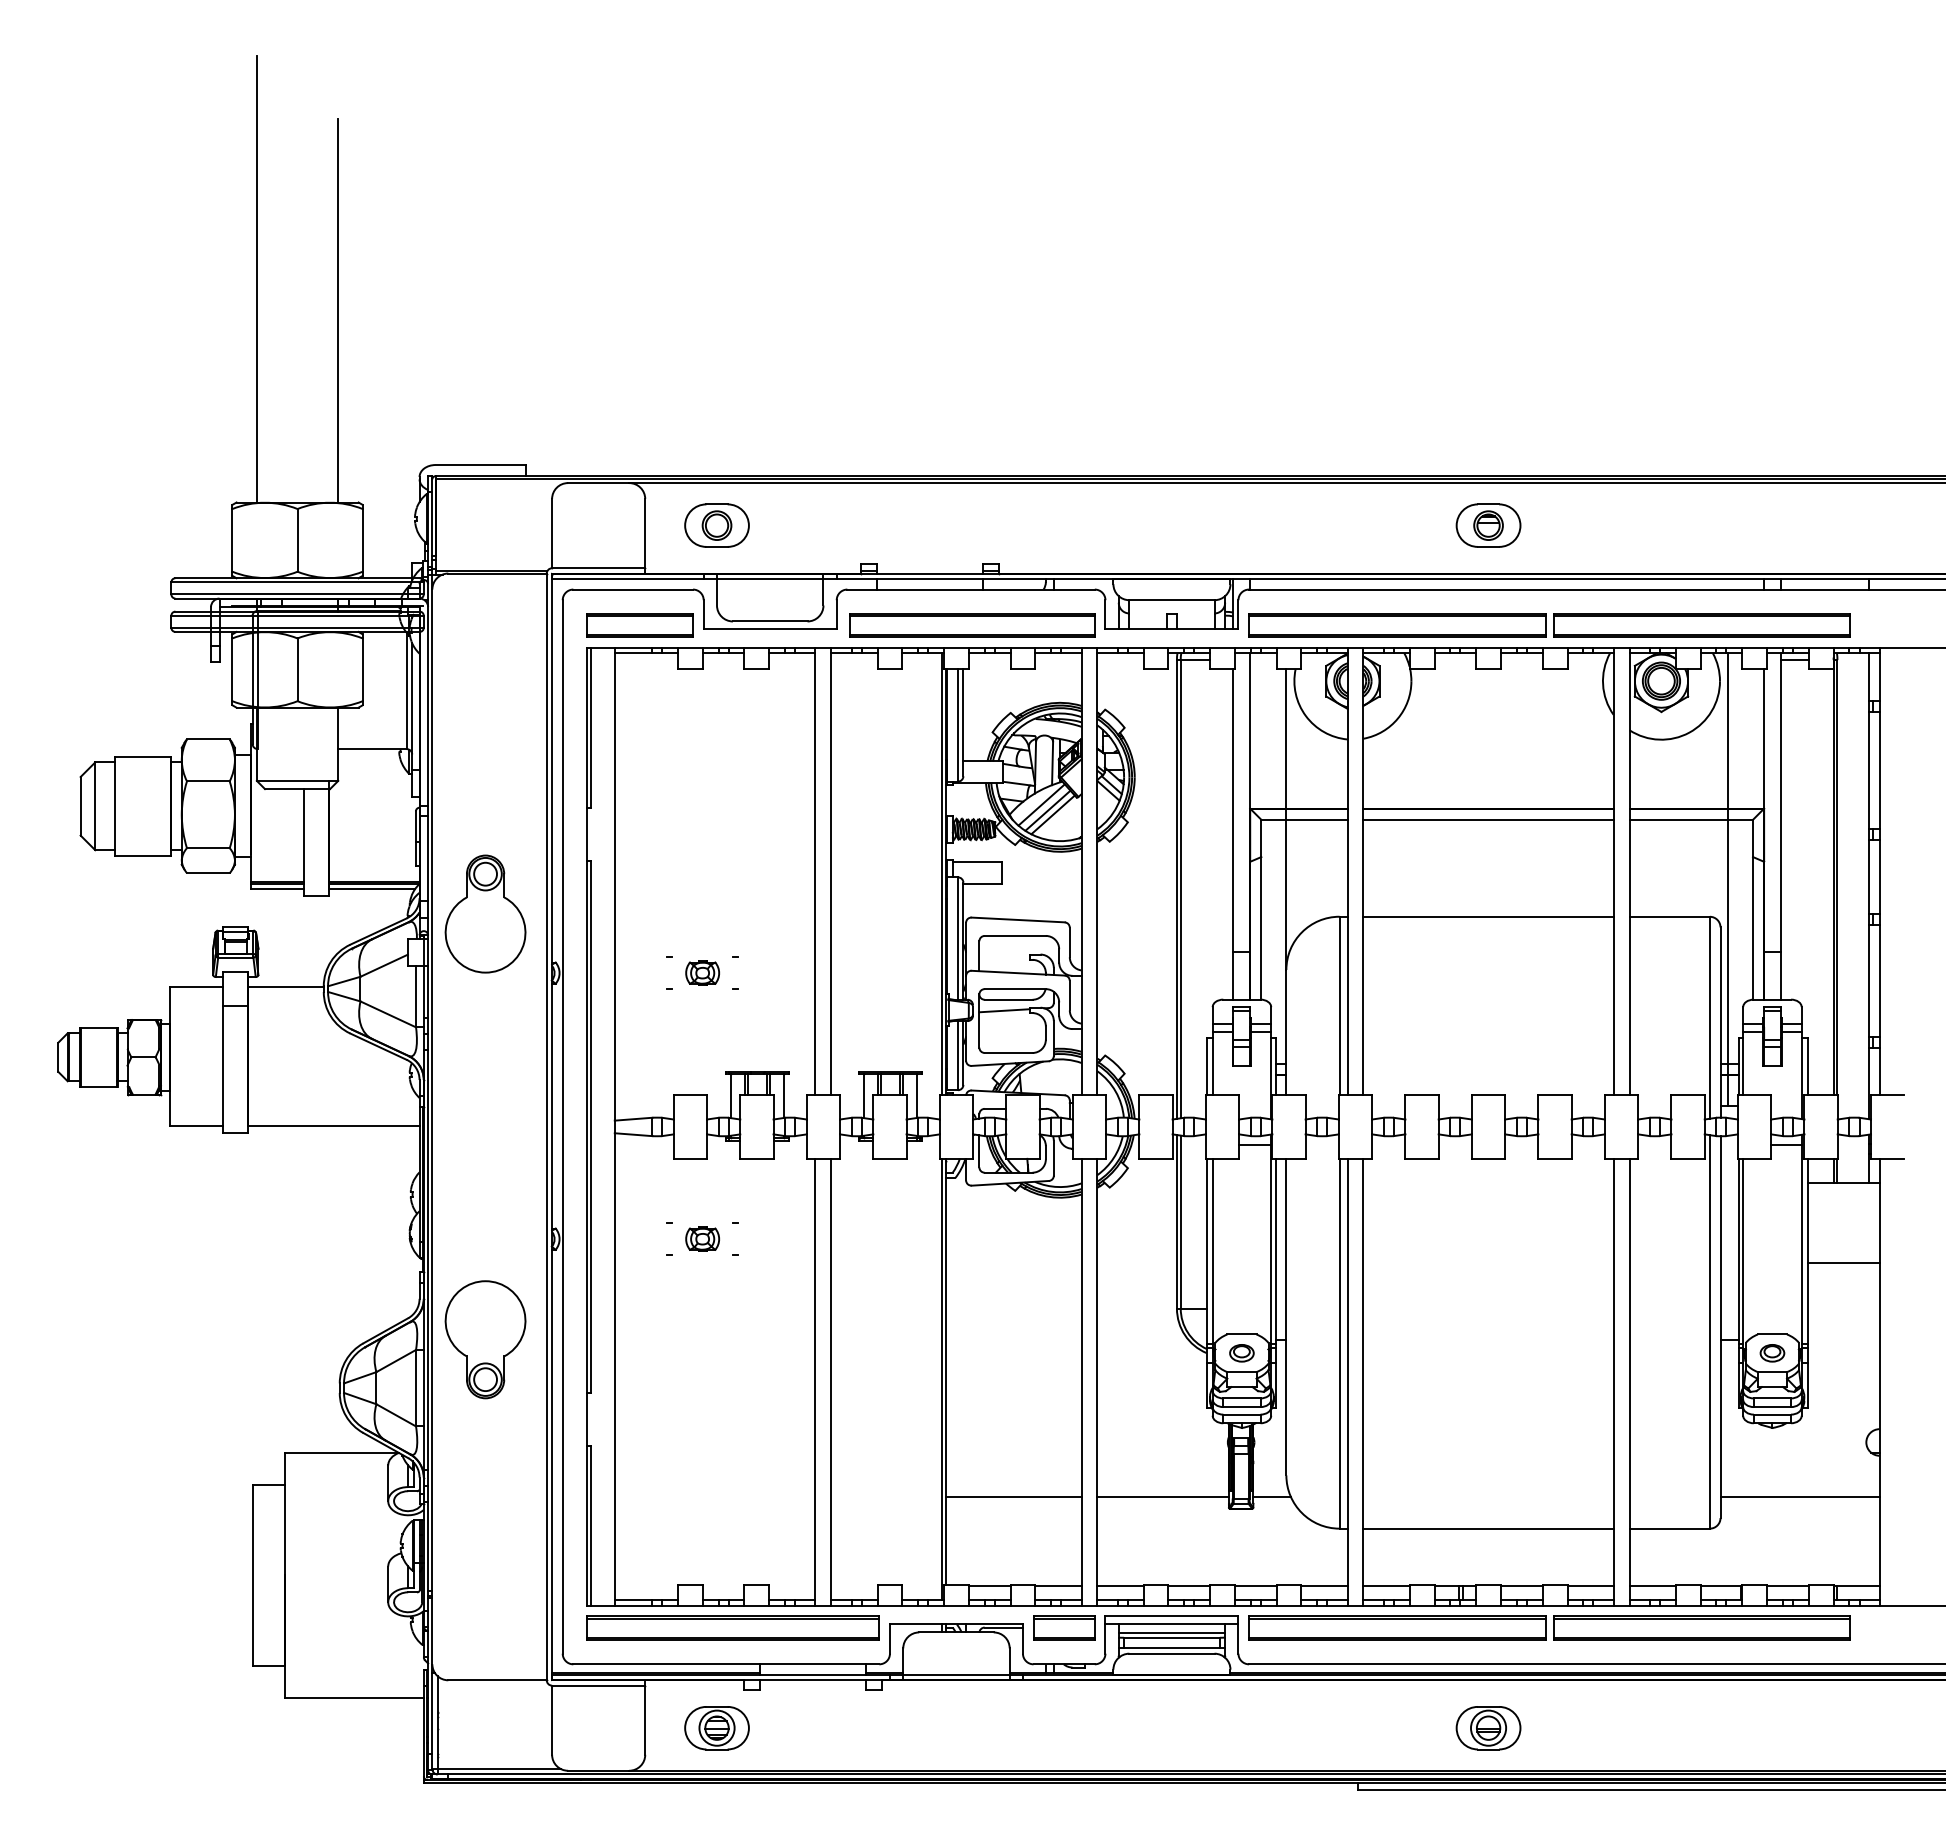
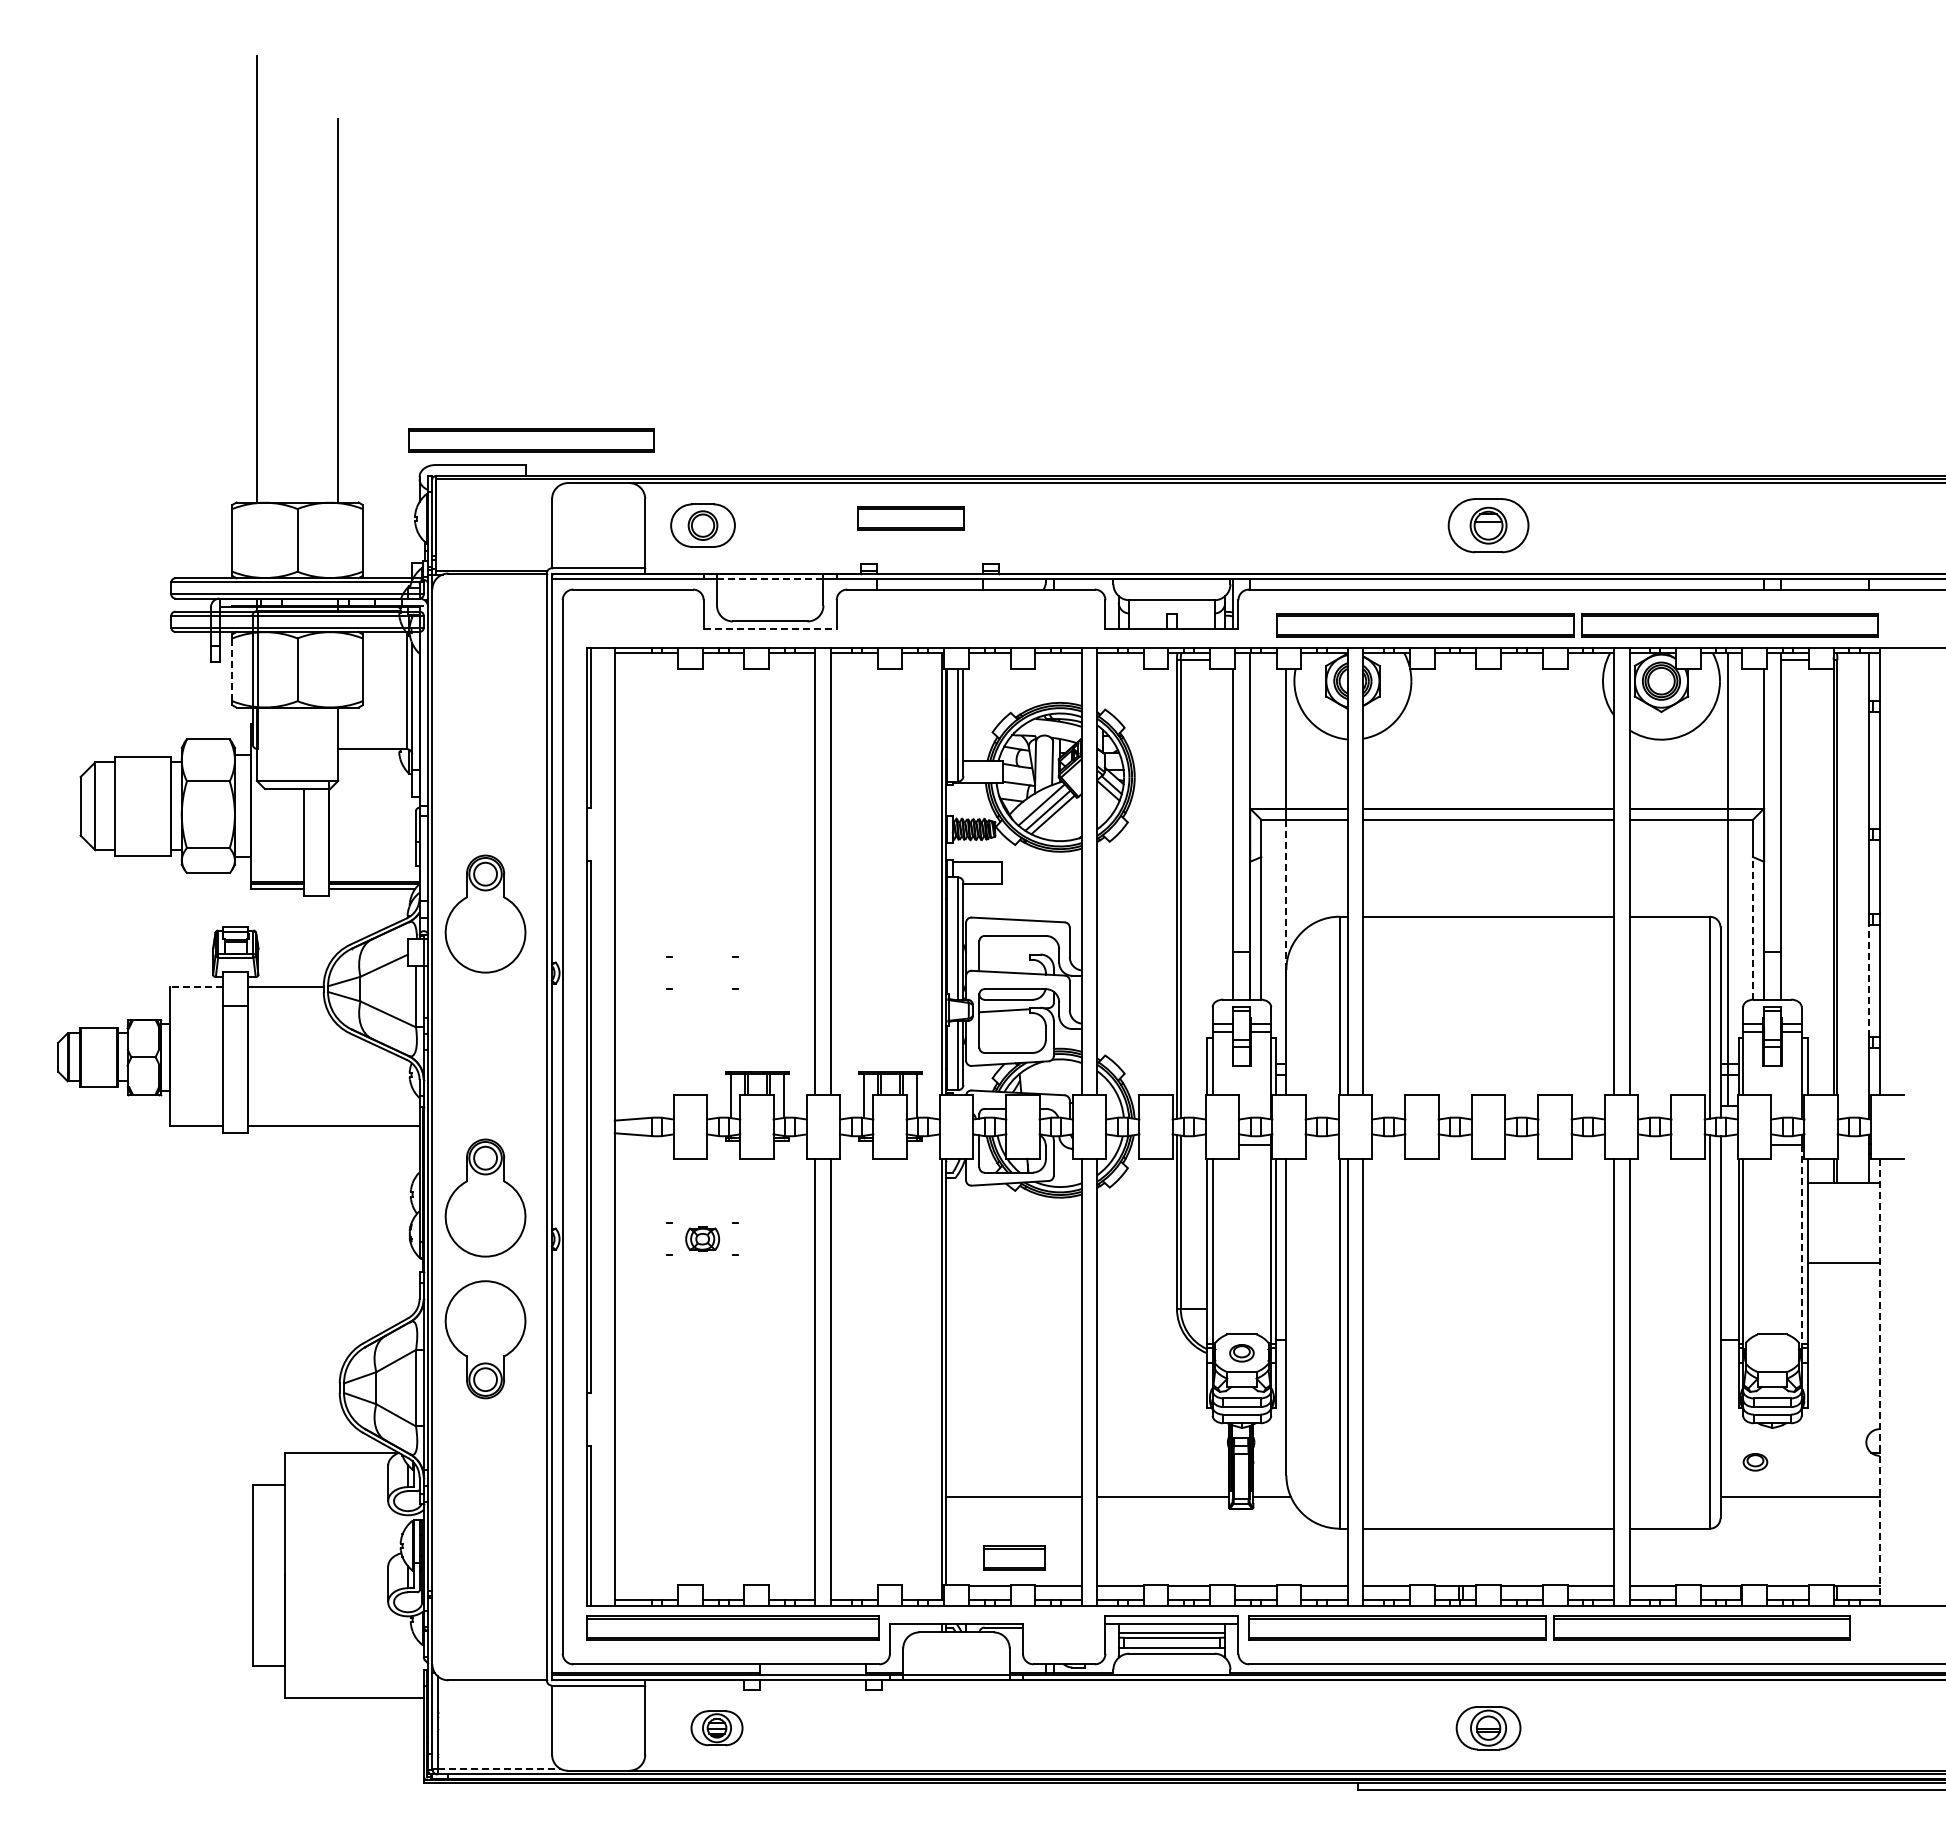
part at (716, 525) position: (716, 525) -> (702, 525)
part at (1488, 525) size: 67x45 px -> 83x56 px
line at (769, 578): solid -> dashed
part at (639, 625) position: (639, 625) -> (910, 518)
part at (972, 625) position: (972, 625) -> (531, 440)
part at (1549, 625) position: (1549, 625) -> (1577, 625)
line at (770, 629): solid -> dashed
line at (232, 669): solid -> dashed
line at (1286, 894): solid -> dashed
line at (1753, 927): solid -> dashed
part at (702, 972): present -> none
line at (1869, 980): solid -> dashed
line at (196, 987): solid -> dashed
part at (485, 1197): none -> present
line at (1801, 1247): solid -> dashed
part at (1772, 1353) position: (1772, 1353) -> (1755, 1462)
line at (1879, 1381): solid -> dashed
part at (1064, 1627) position: (1064, 1627) -> (1014, 1557)
part at (716, 1728) size: 66x45 px -> 54x37 px
line at (499, 1769): solid -> dashed
